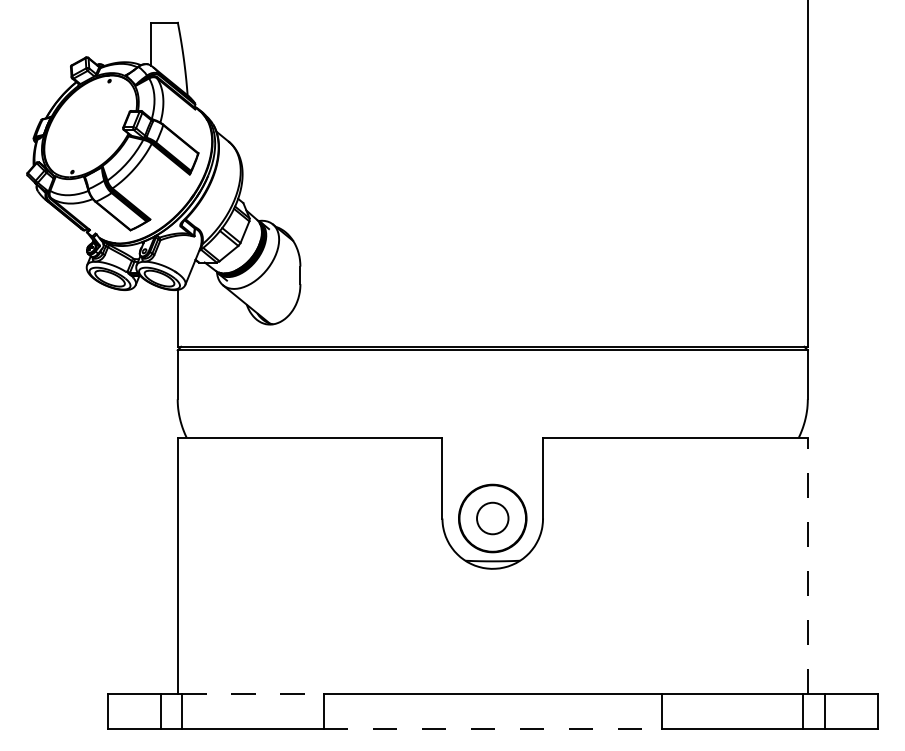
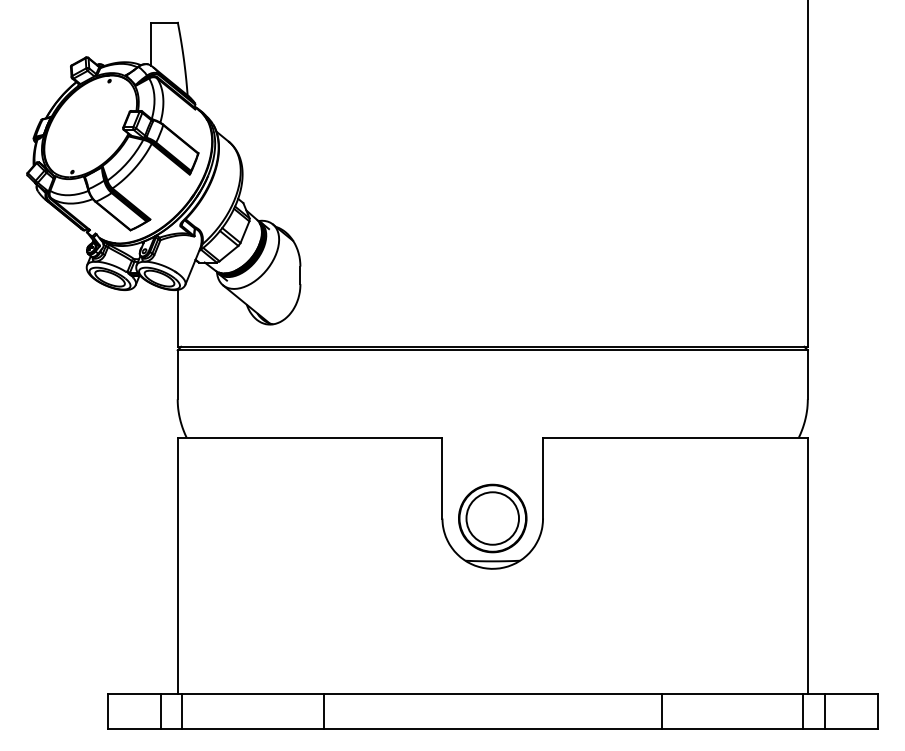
circle at (492, 518) diameter: 32 px -> 53 px
line at (807, 565): dashed -> solid
line at (252, 693): dashed -> solid
line at (493, 728): dashed -> solid
